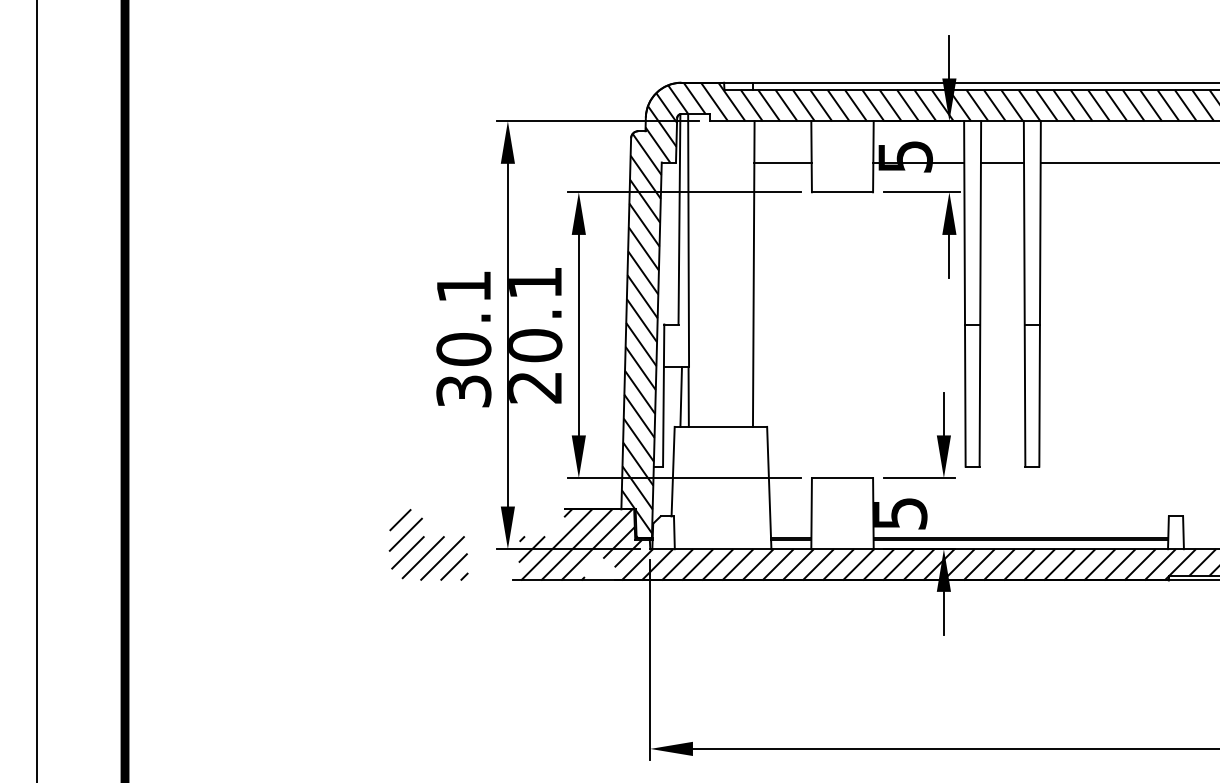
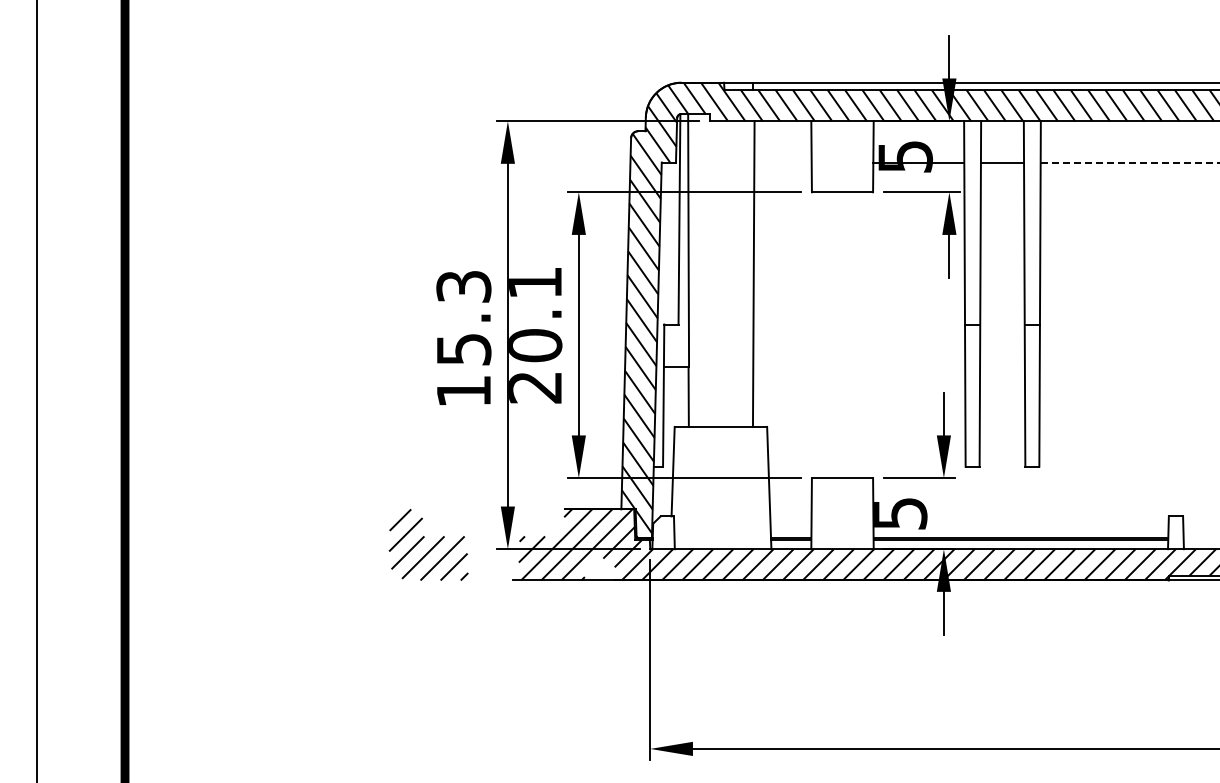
line at (782, 162): present -> none
line at (1130, 162): solid -> dashed
text at (463, 339): 30.1 -> 15.3
line at (680, 396): present -> none
